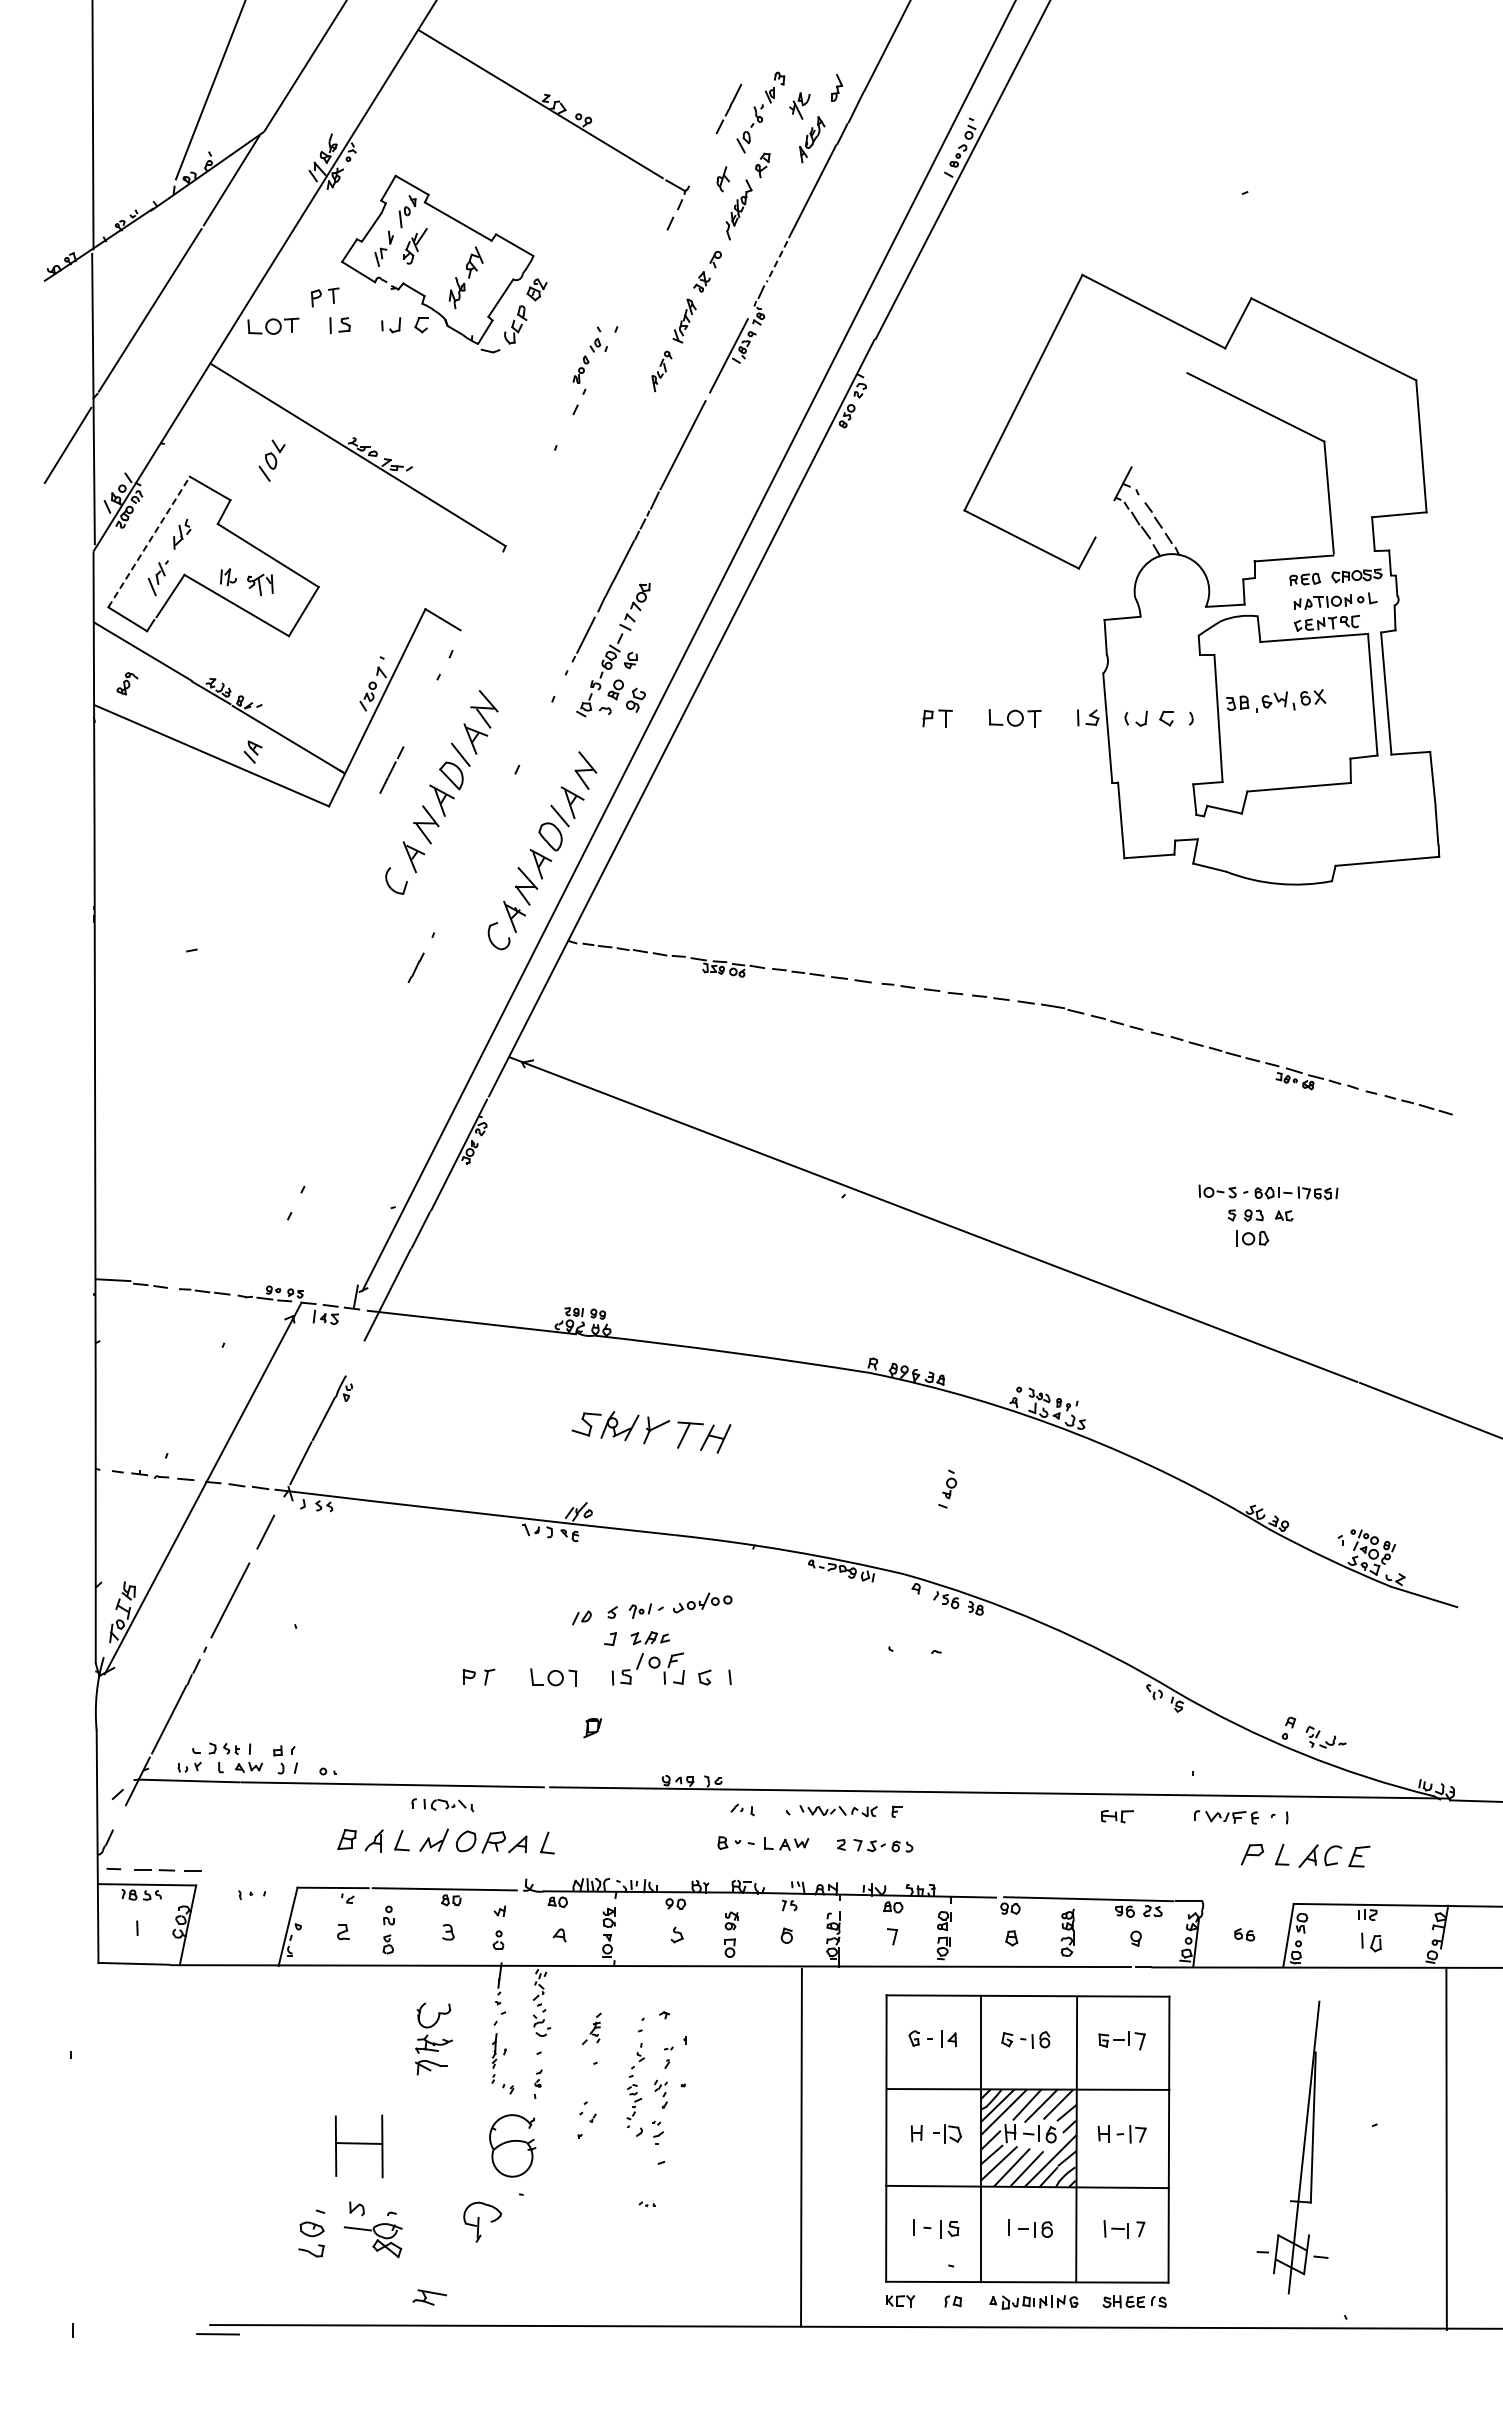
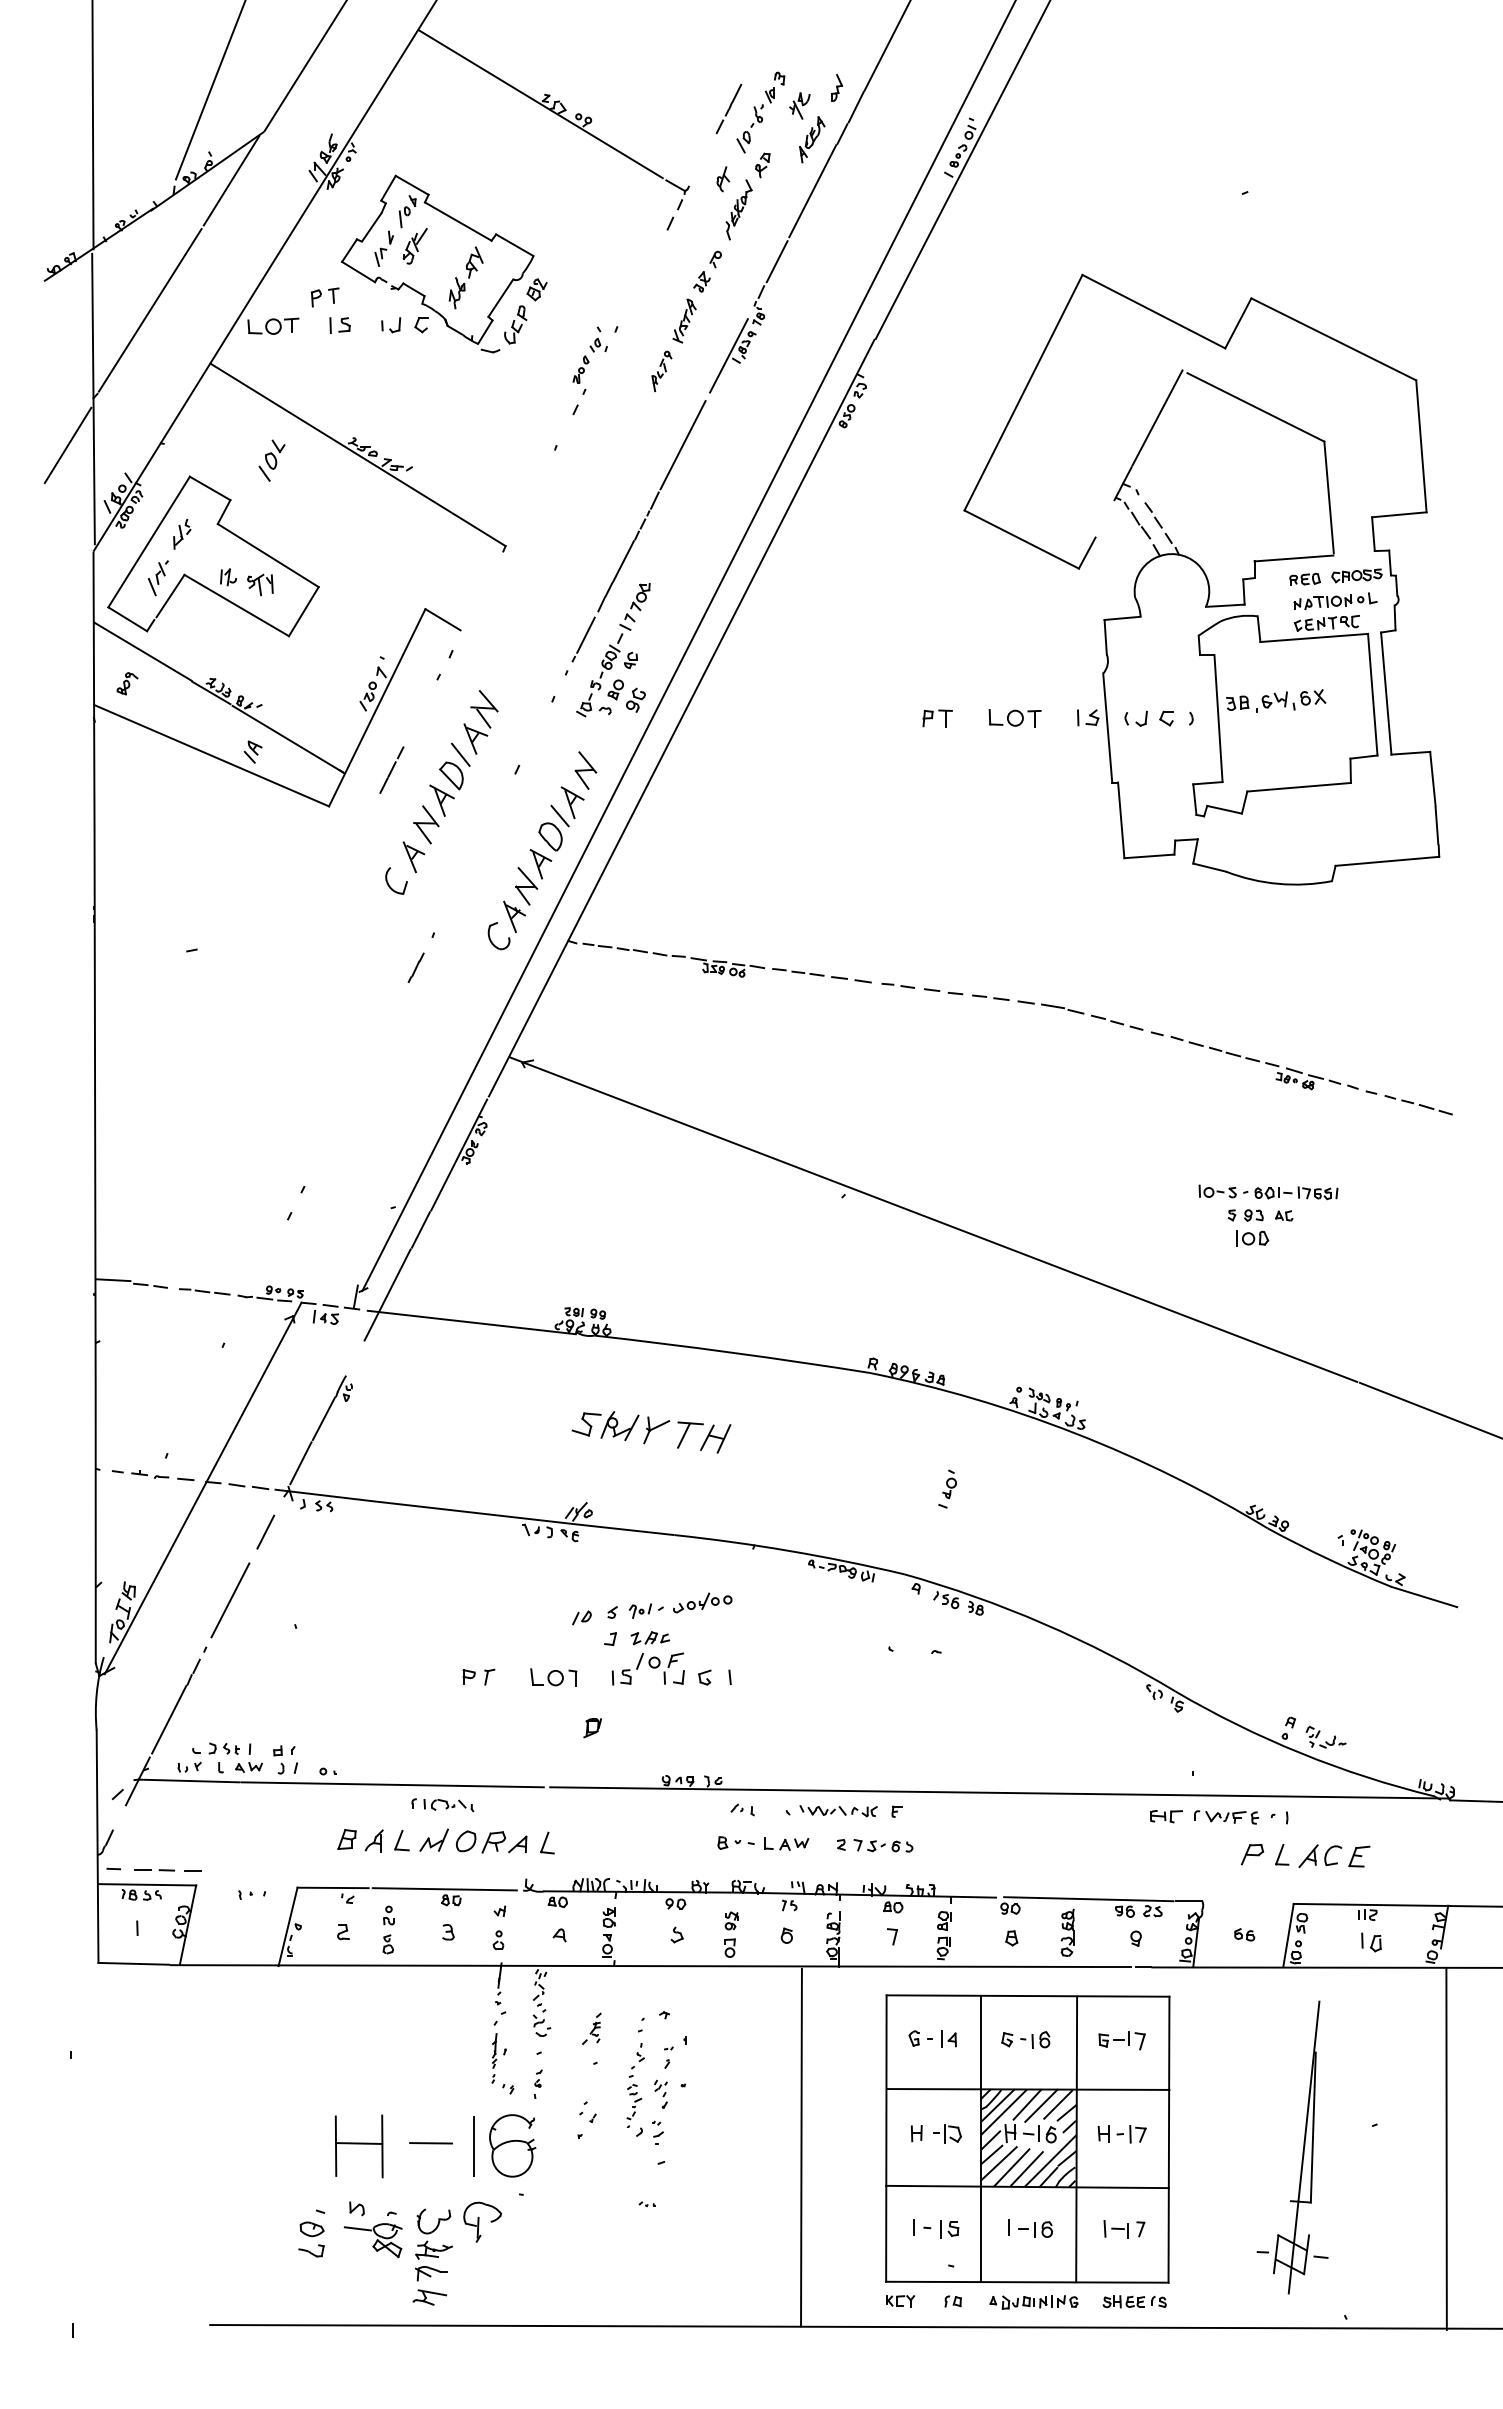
line at (777, 261): dashed -> solid
line at (1157, 417): none -> present
line at (149, 542): dashed -> solid
part at (1117, 1816) position: (1117, 1816) -> (1166, 1816)
part at (433, 2038) position: (433, 2038) -> (433, 2244)
line at (474, 2145): none -> present
line at (217, 2334) position: (217, 2334) -> (430, 2143)
